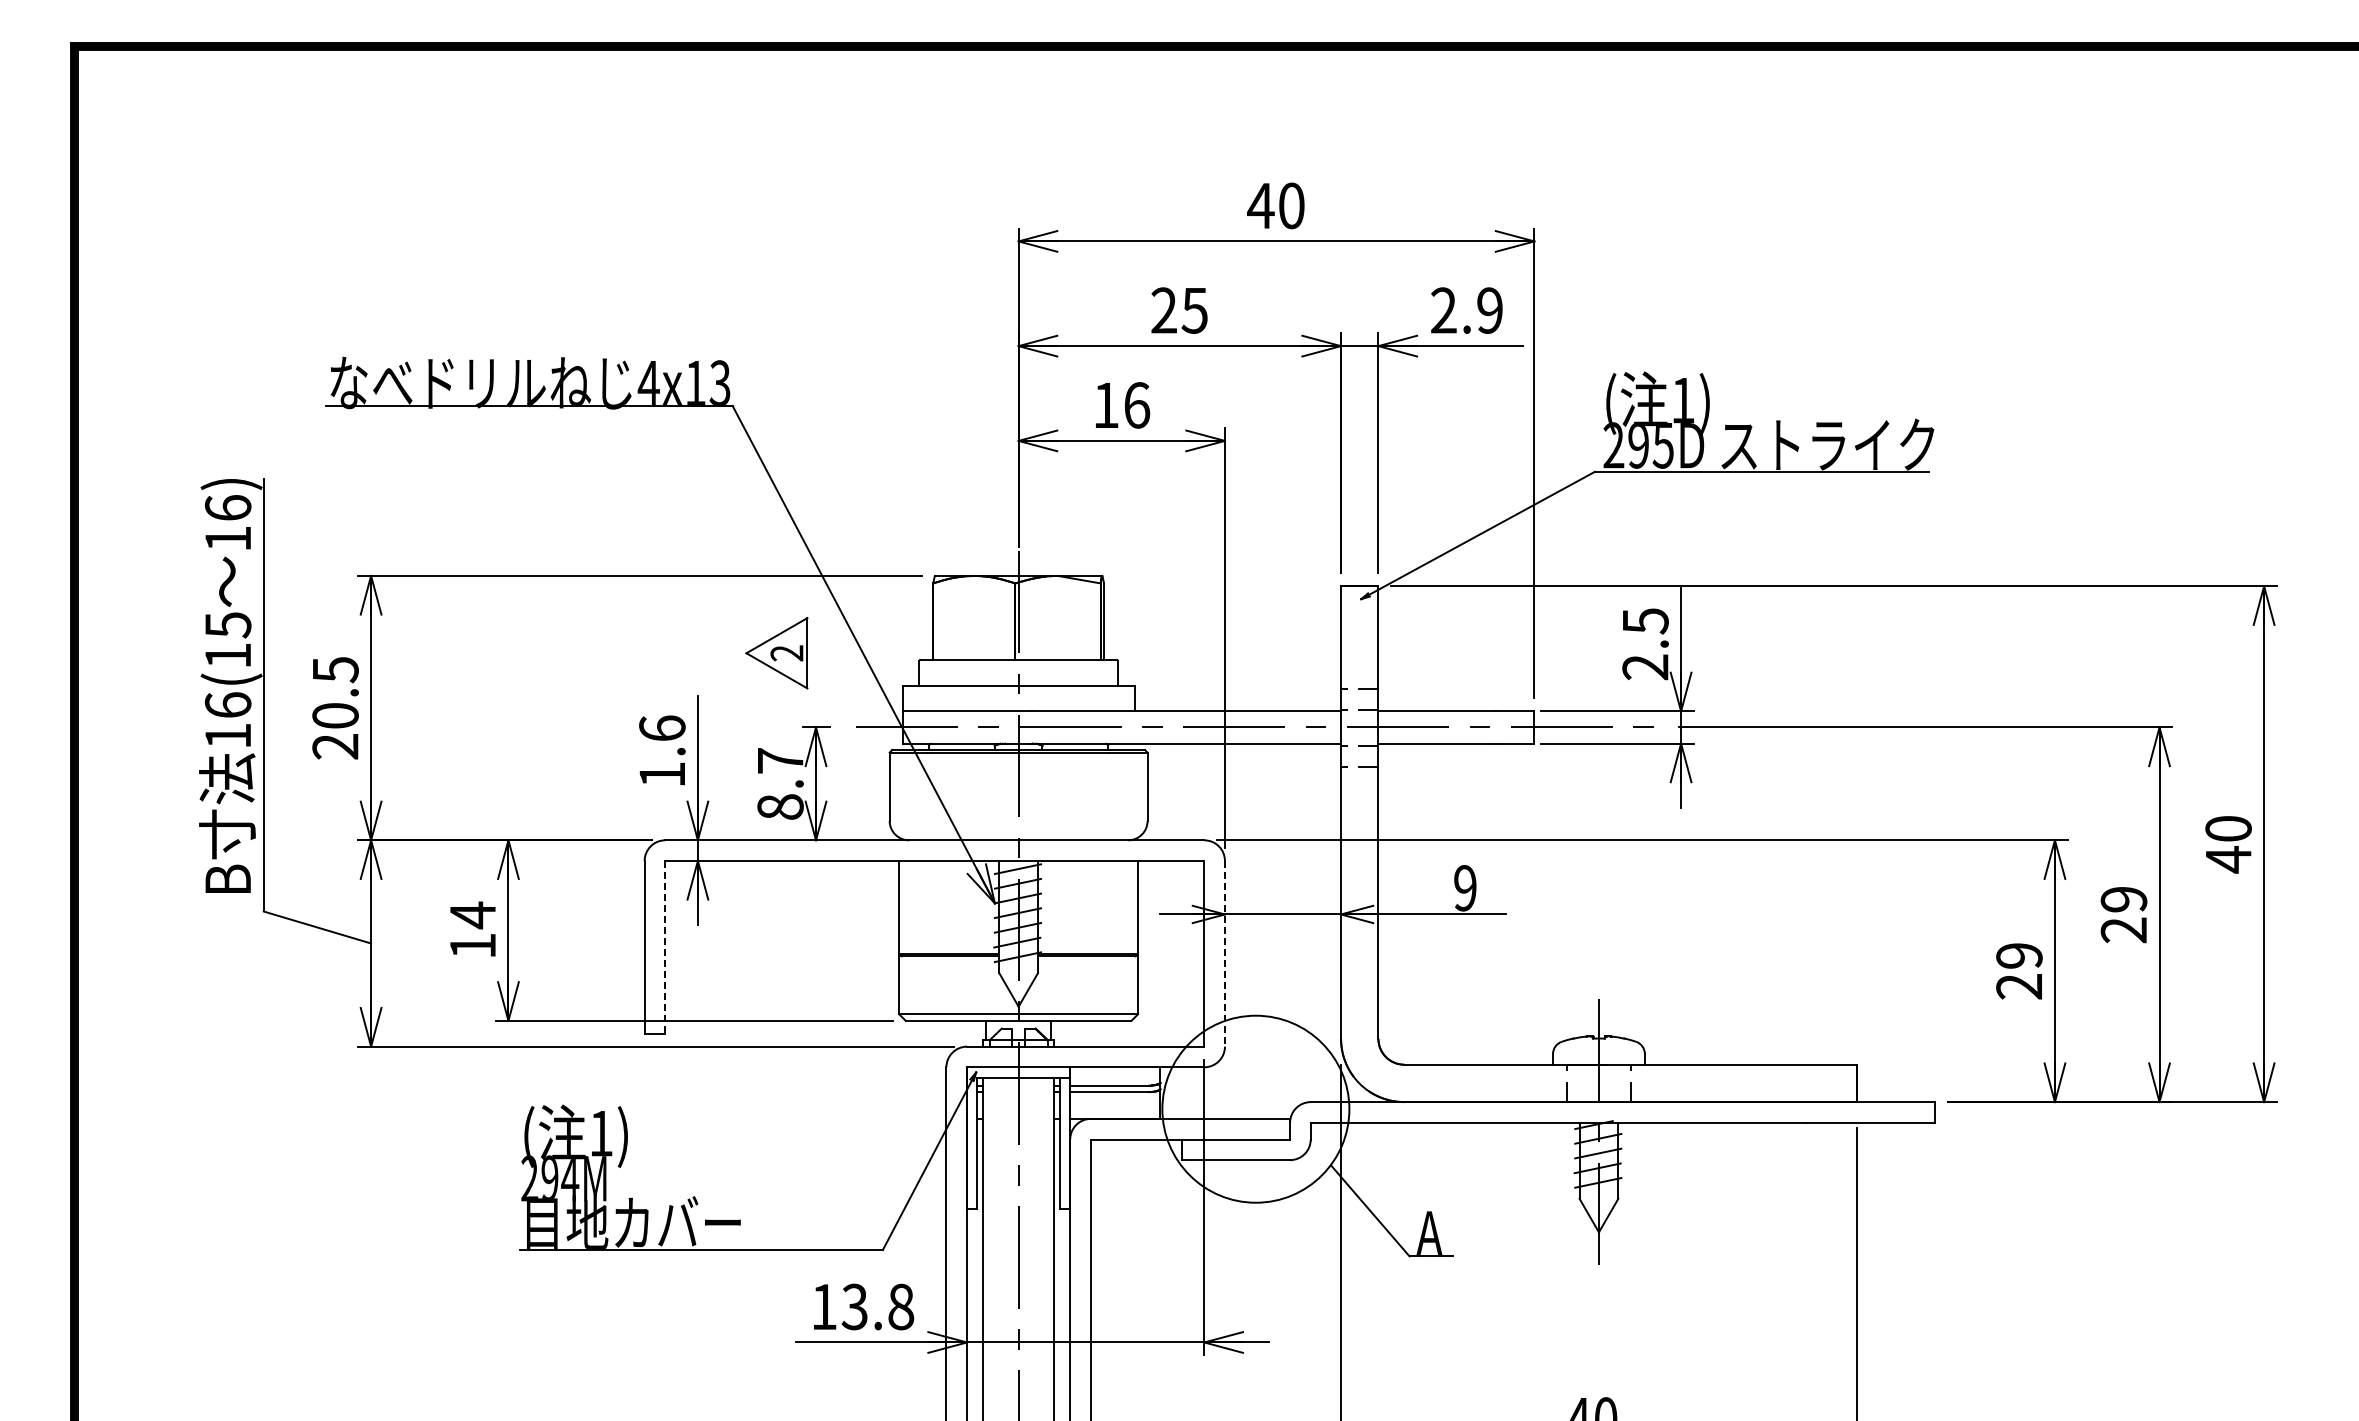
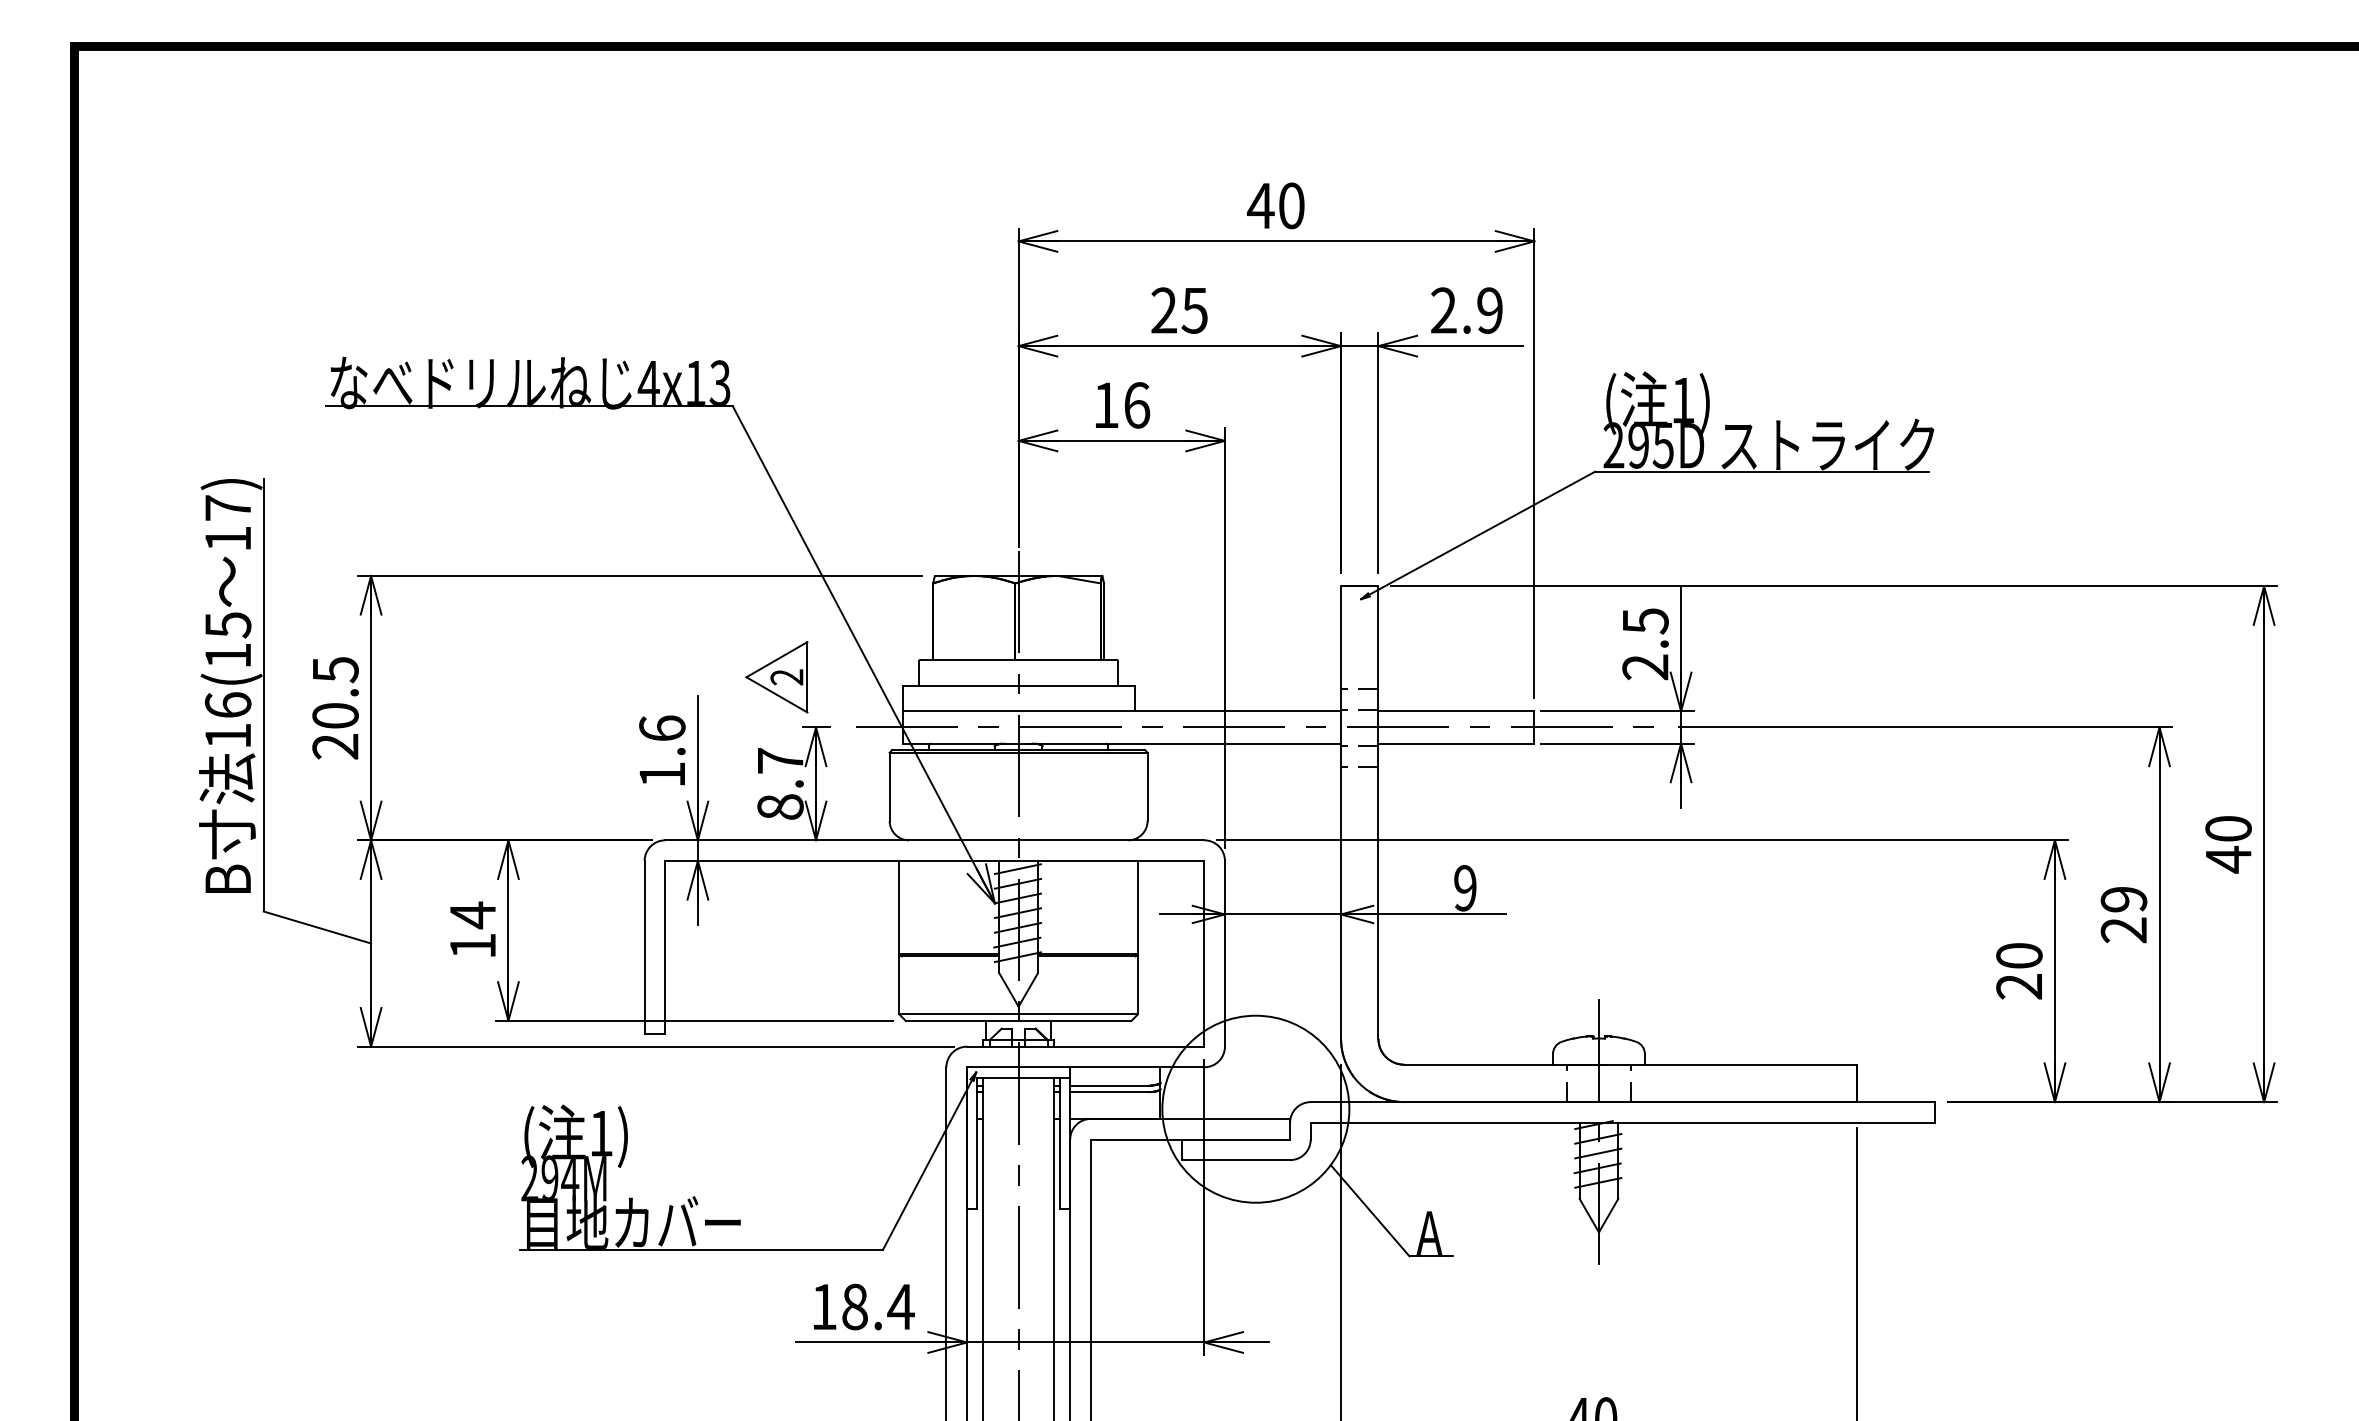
text at (227, 507): 16) -> 17)
part at (776, 653) position: (776, 653) -> (776, 677)
line at (665, 947): dashed -> solid
line at (1224, 953): dashed -> solid
text at (2019, 955): 29 -> 20
text at (877, 1306): 13.8 -> 18.4
